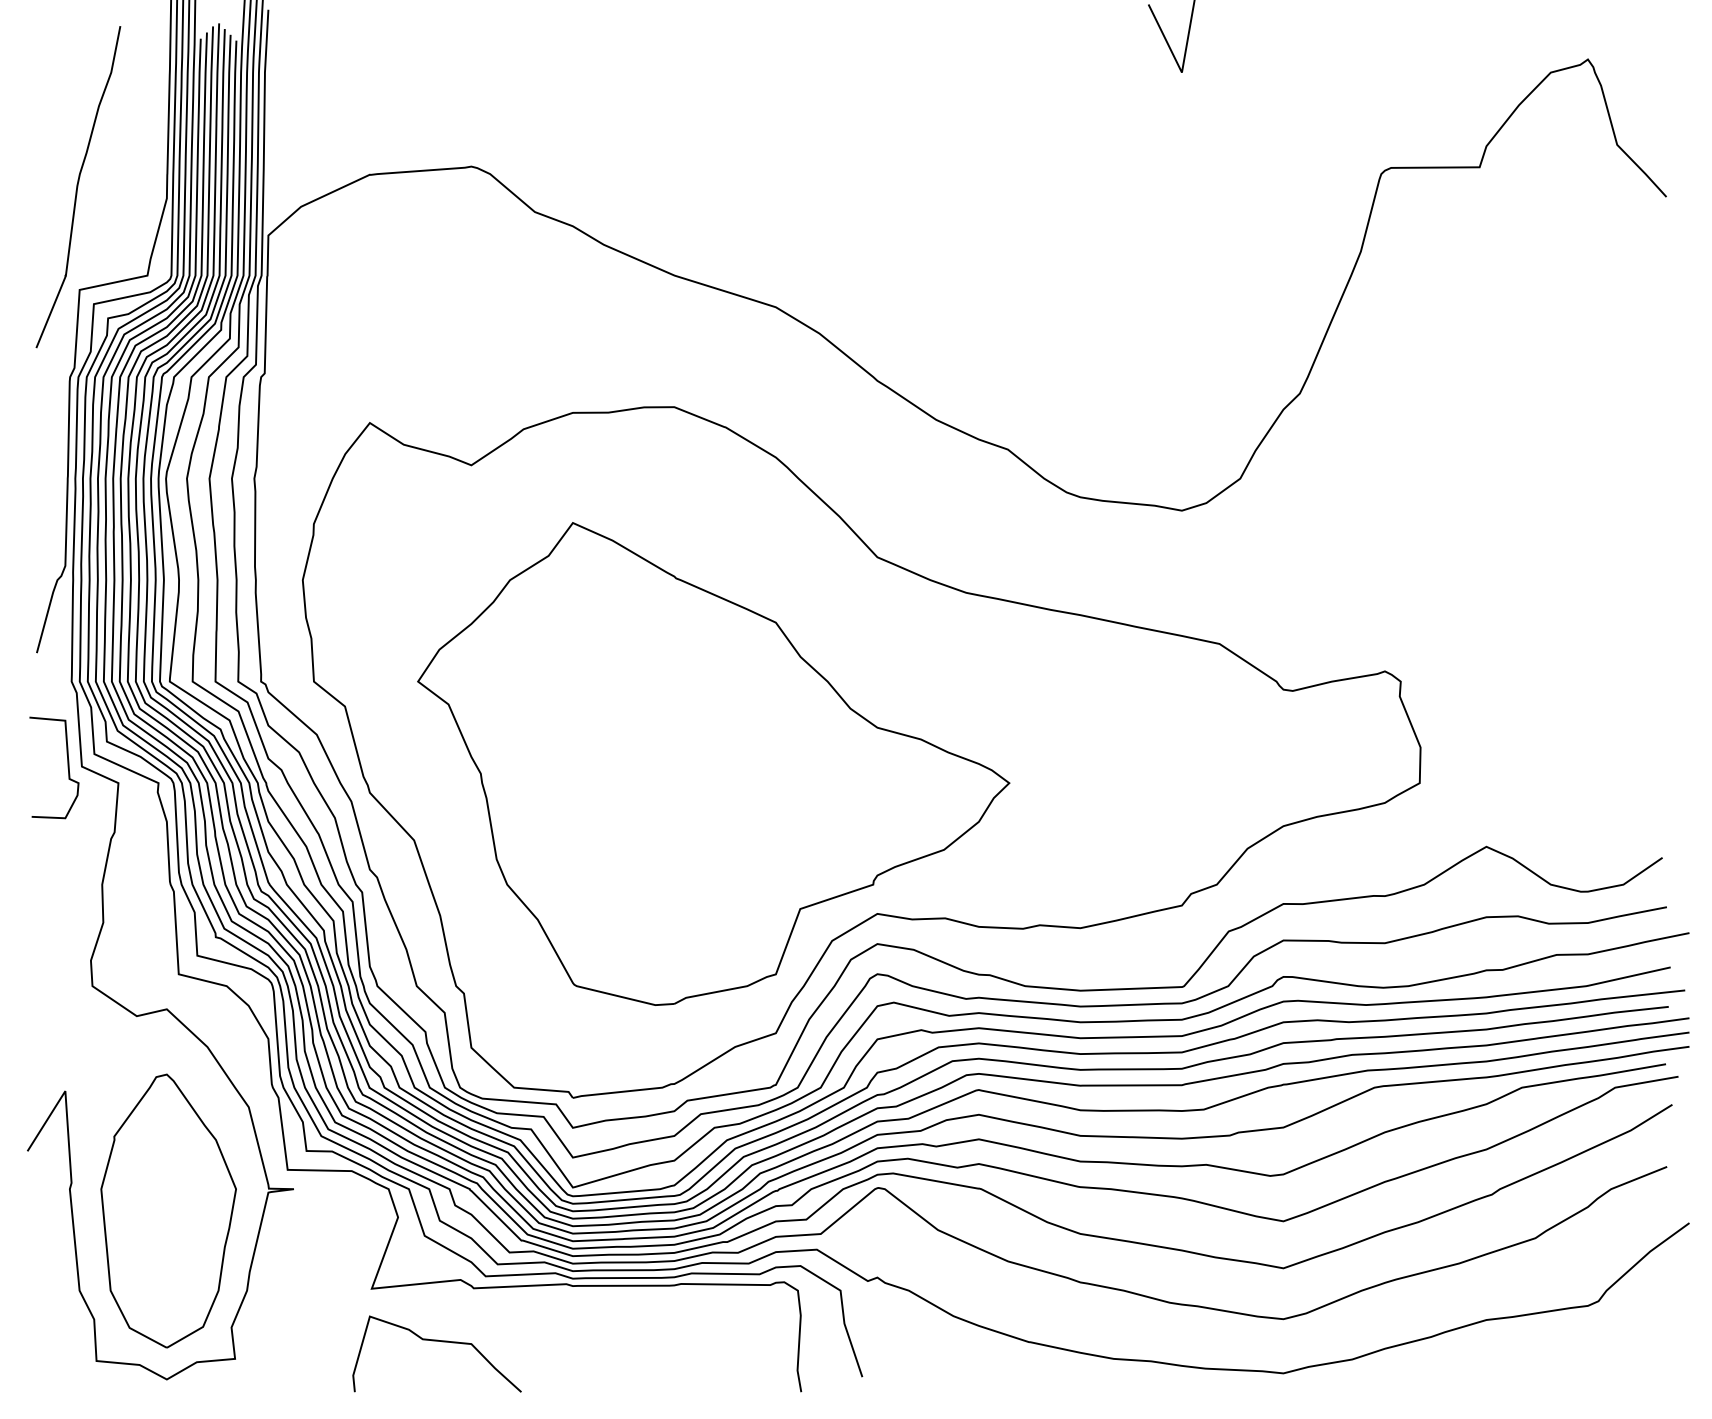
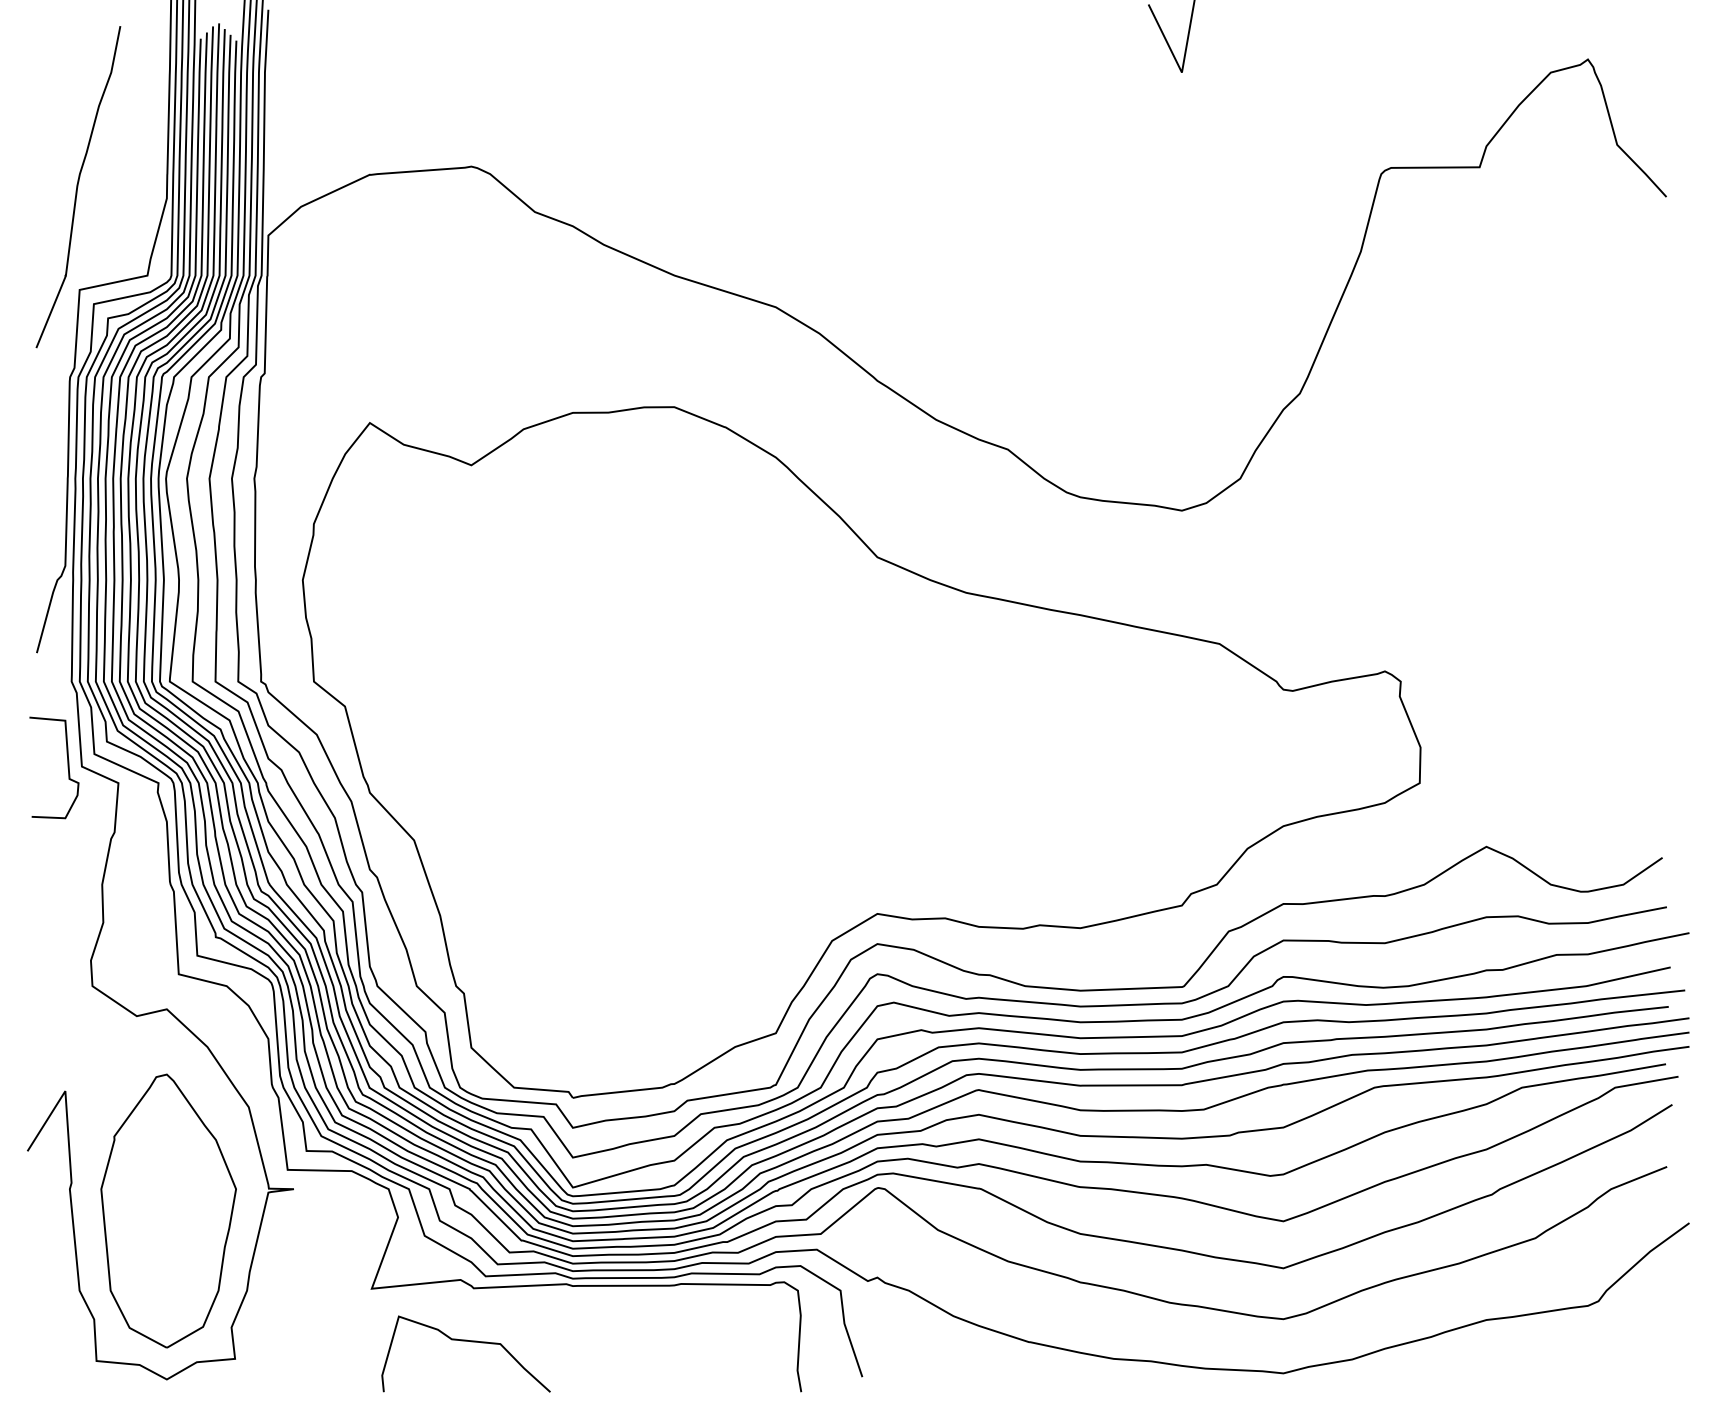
part at (713, 763): present -> none
curve at (436, 1341) position: (436, 1341) -> (465, 1341)
